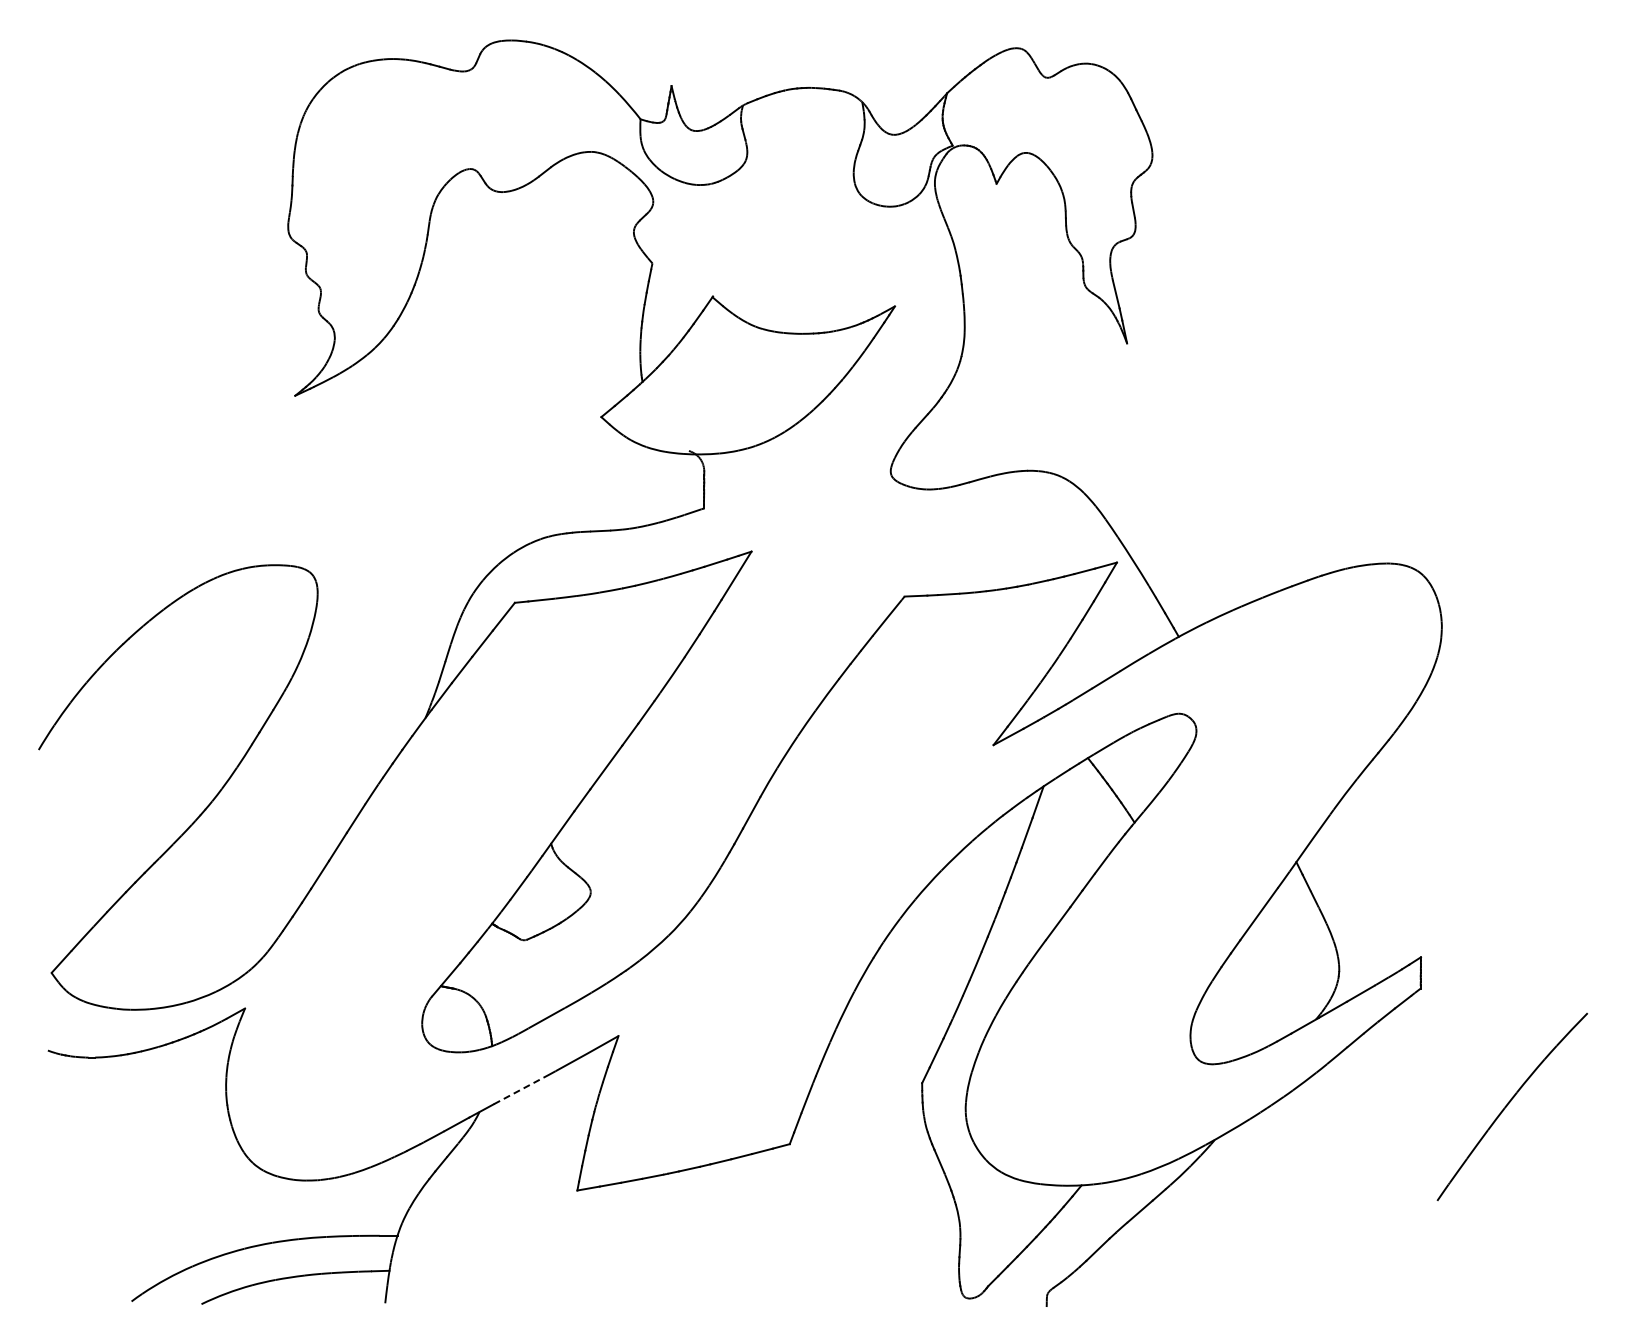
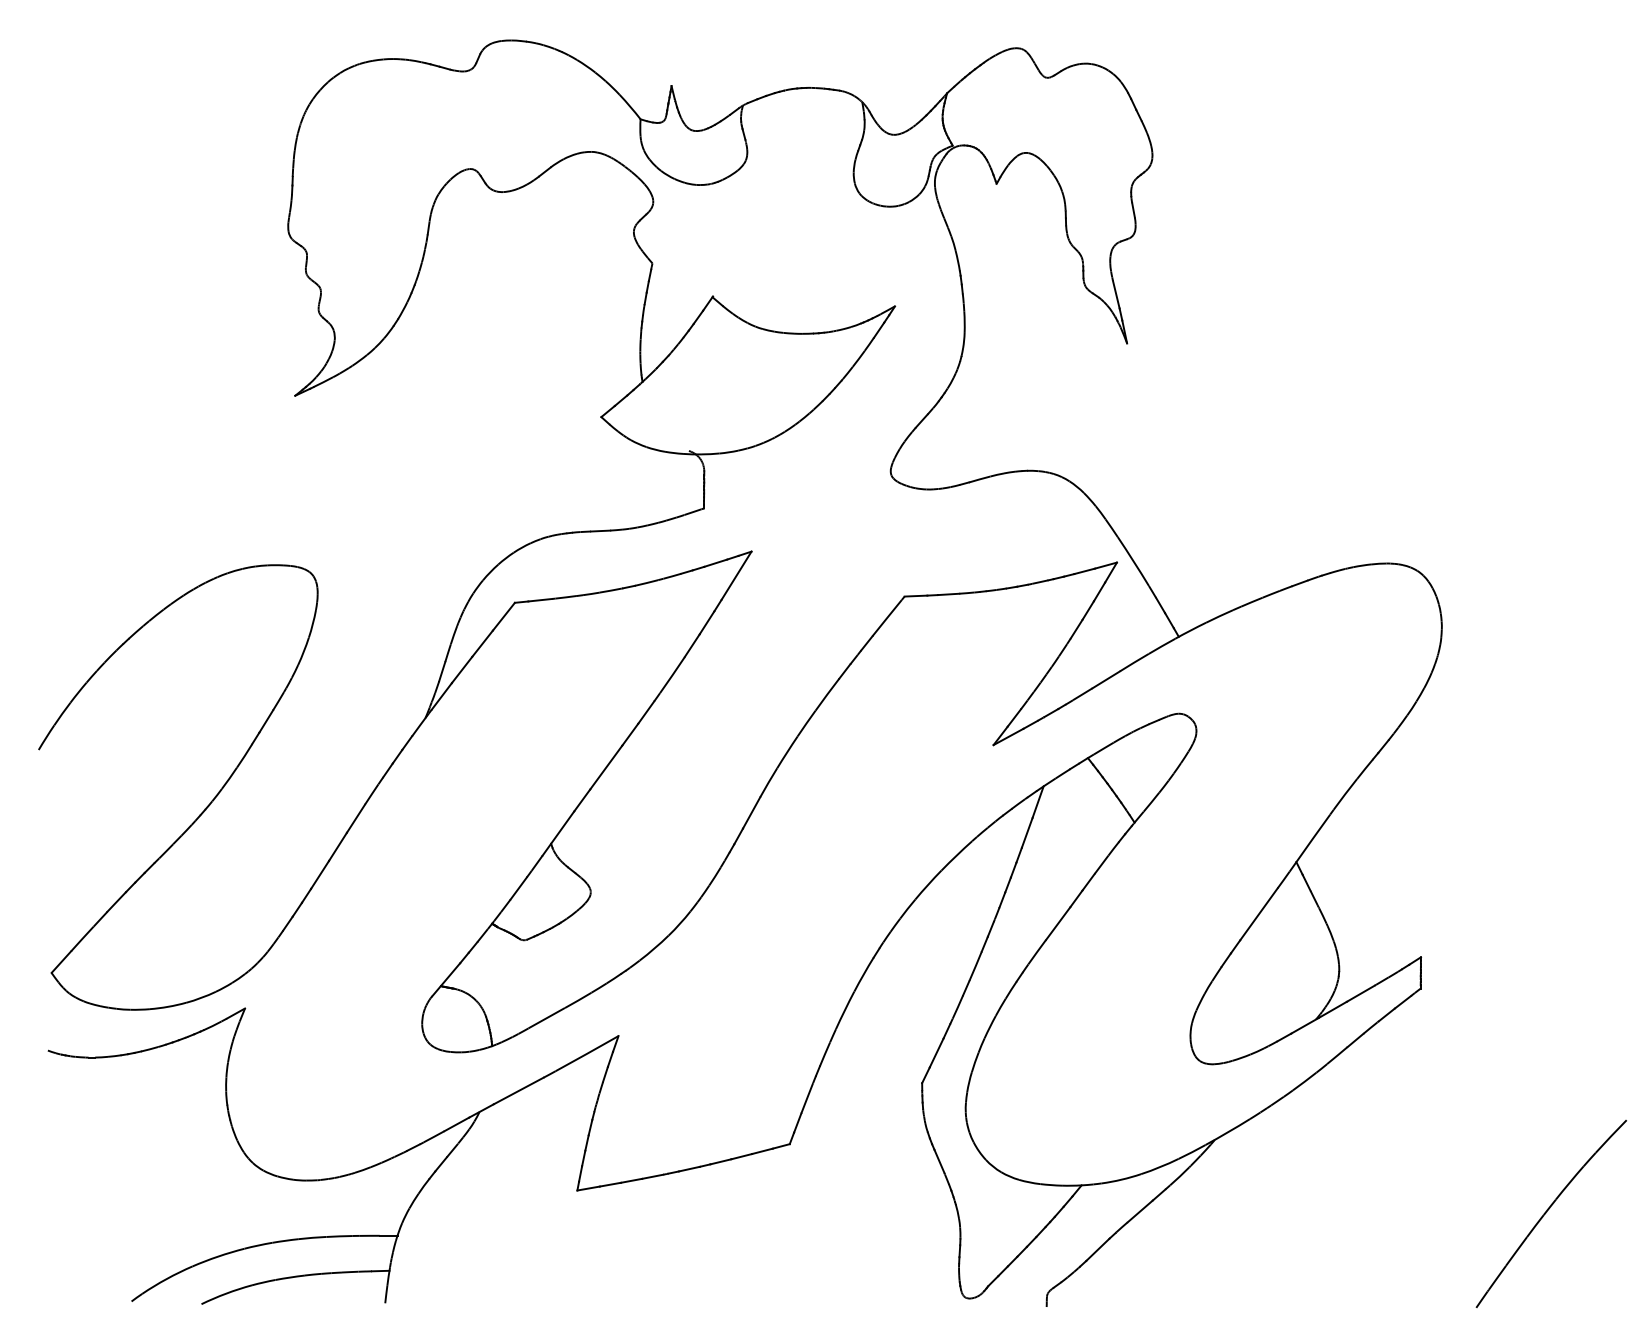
line at (519, 1090): dashed -> solid
part at (1511, 1106) position: (1511, 1106) -> (1550, 1213)
